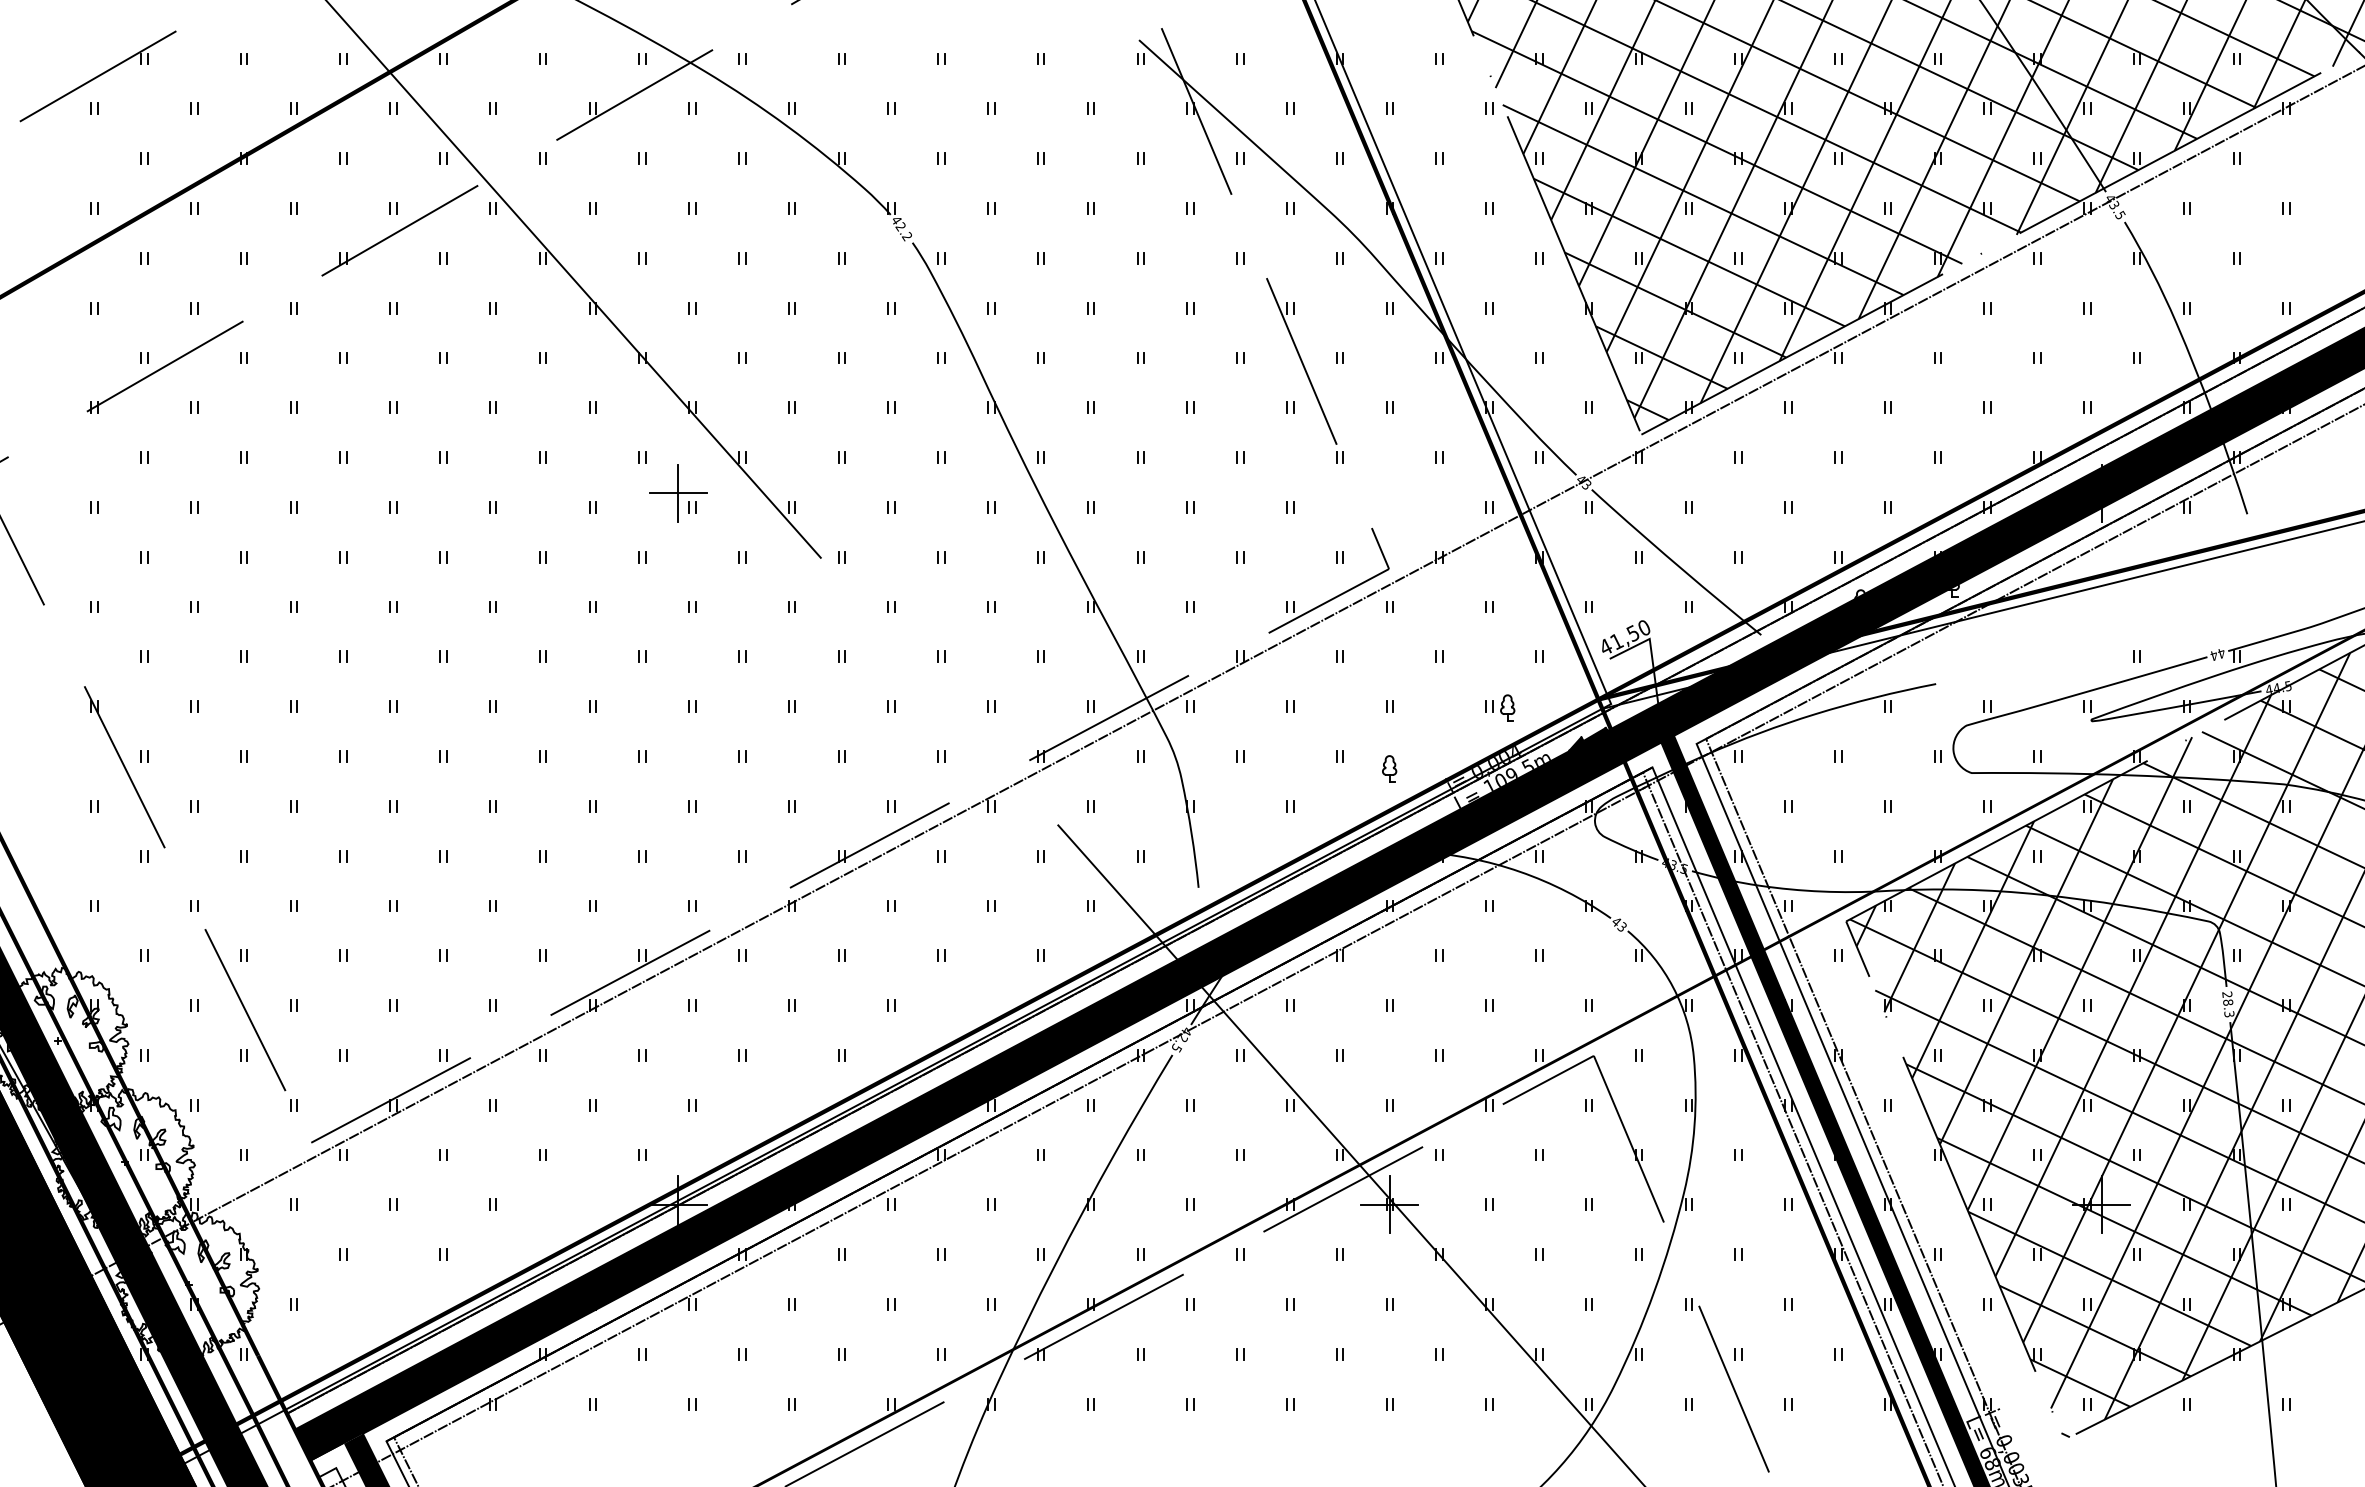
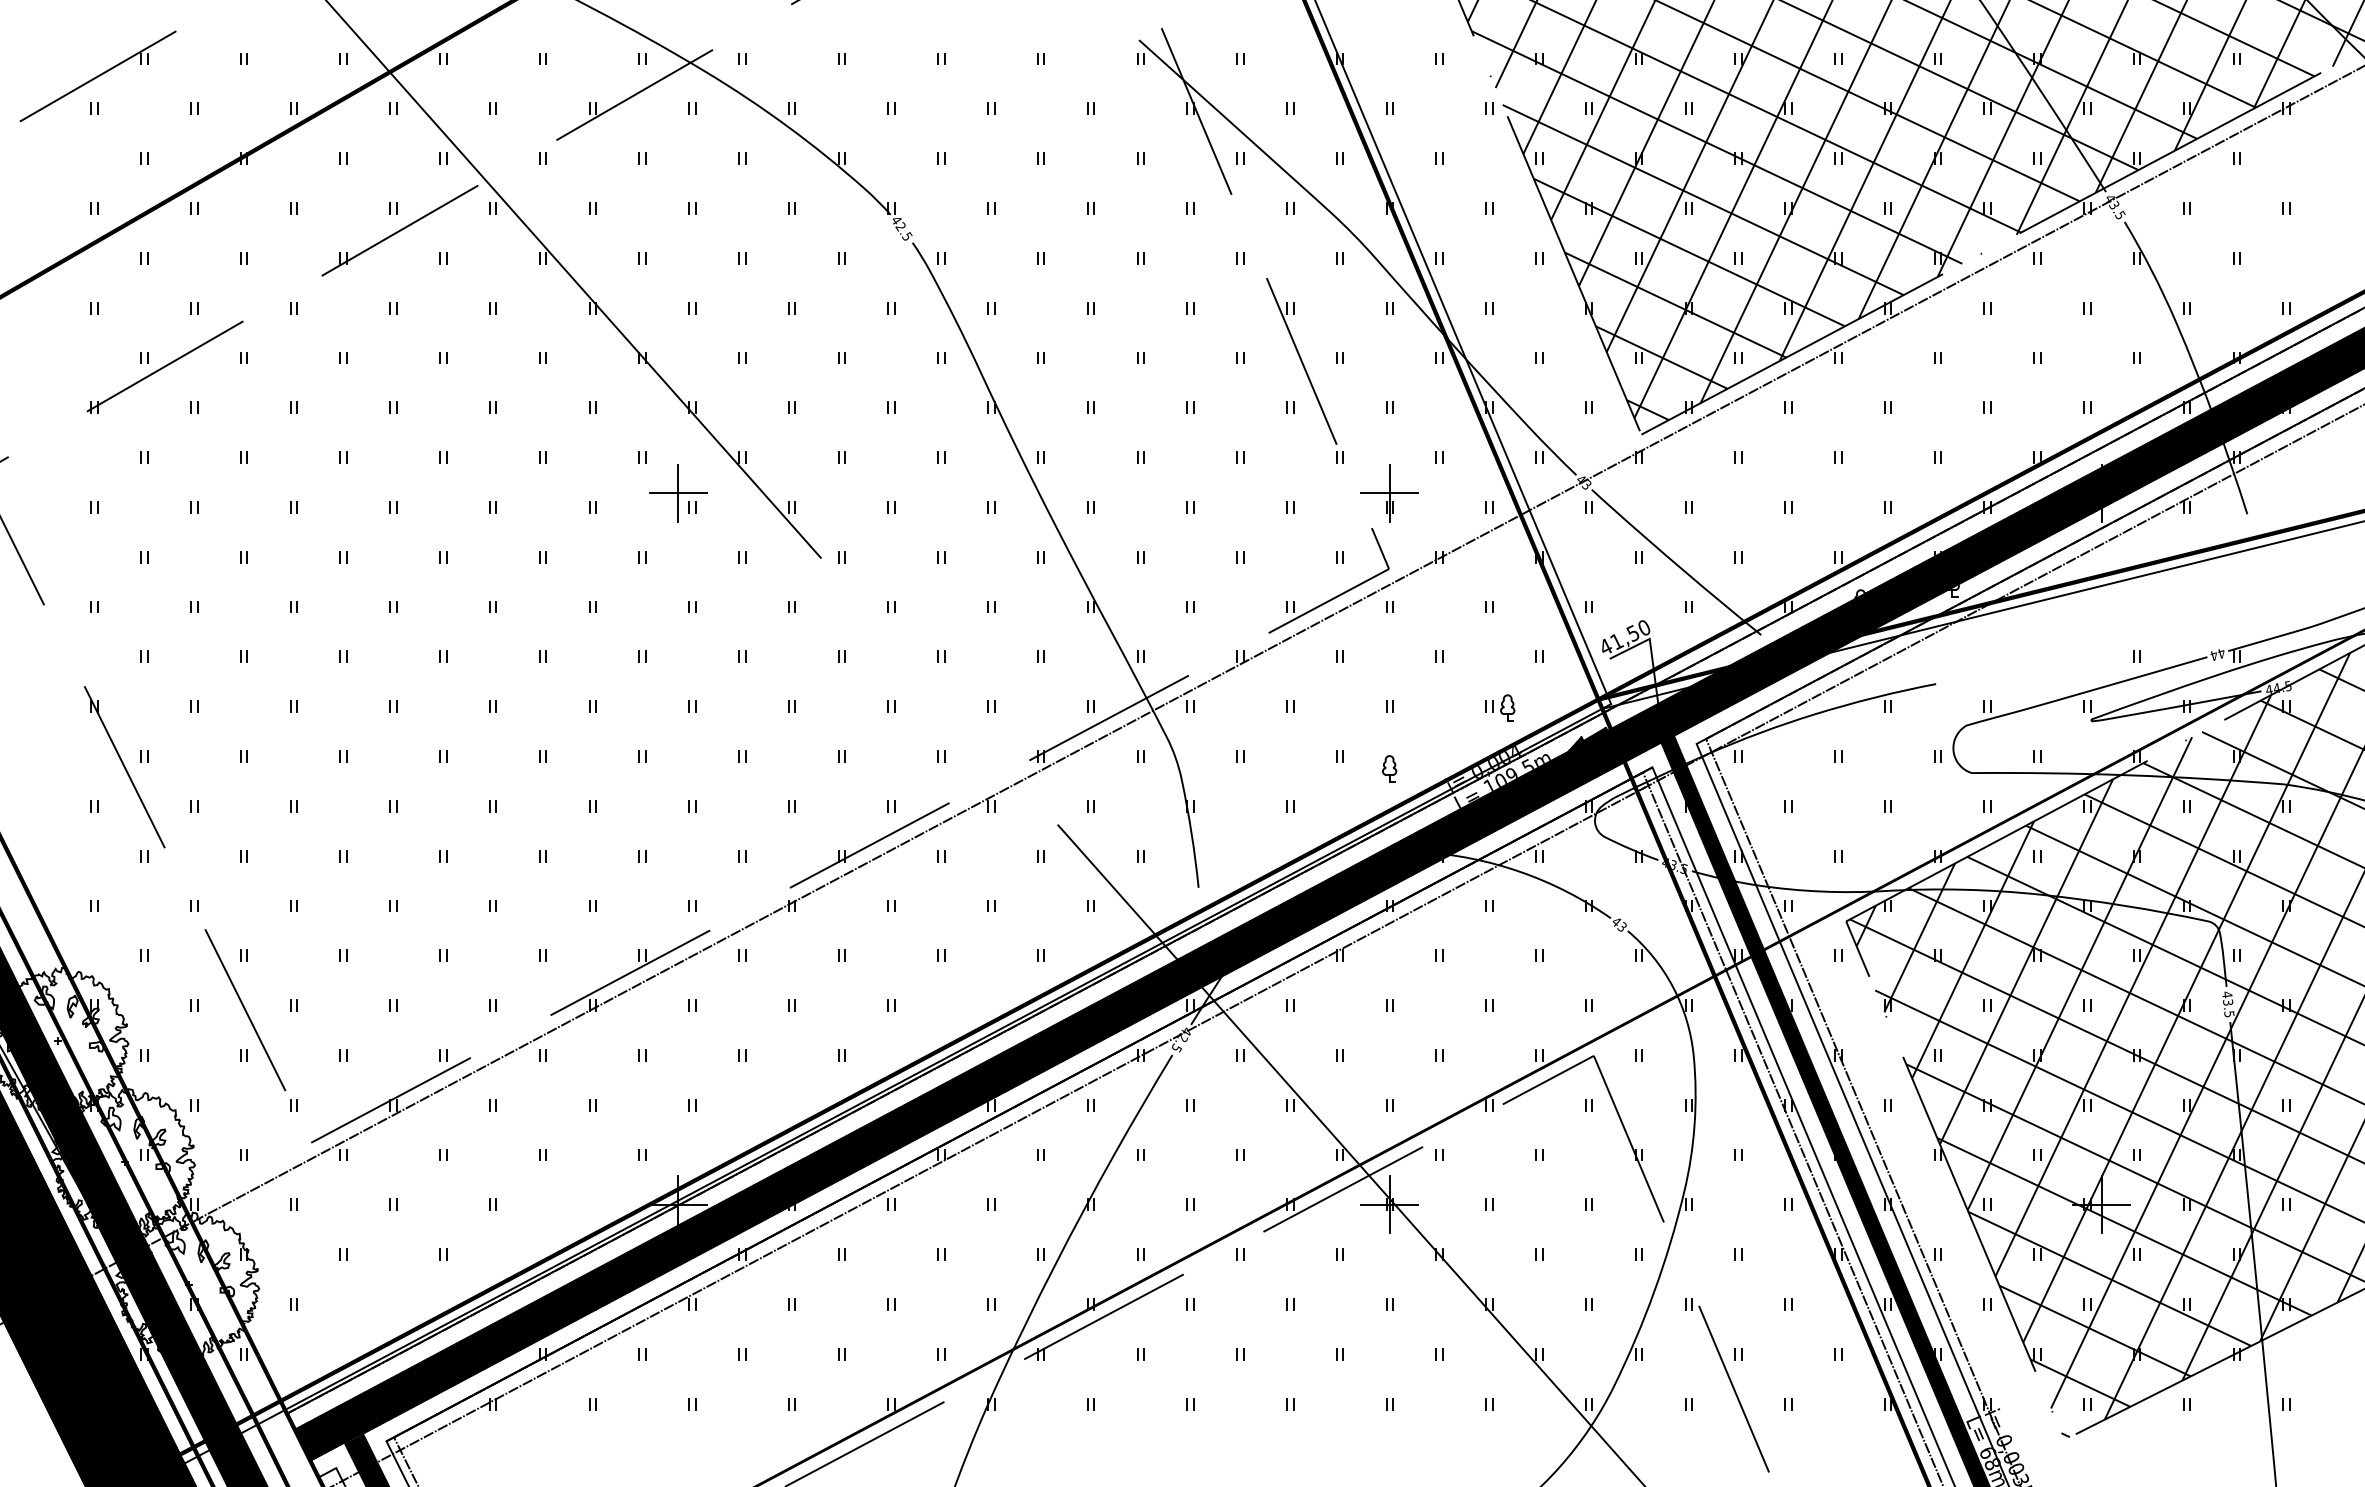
text at (907, 236): 42.2 -> 42.5
part at (1389, 493): none -> present
text at (2228, 1004): 28.3 -> 43.5
